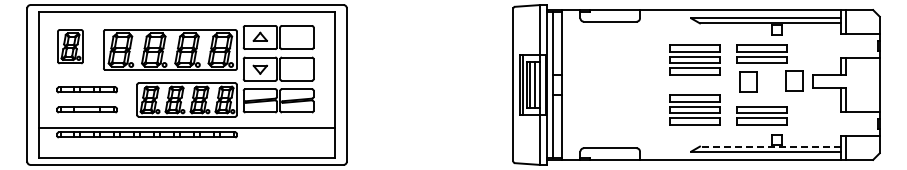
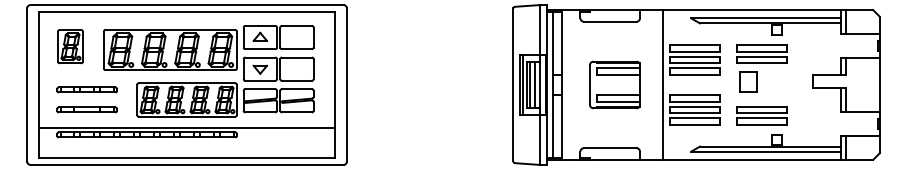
part at (794, 80): present -> none
part at (614, 84): none -> present
line at (663, 84): none -> present
line at (770, 146): dashed -> solid
